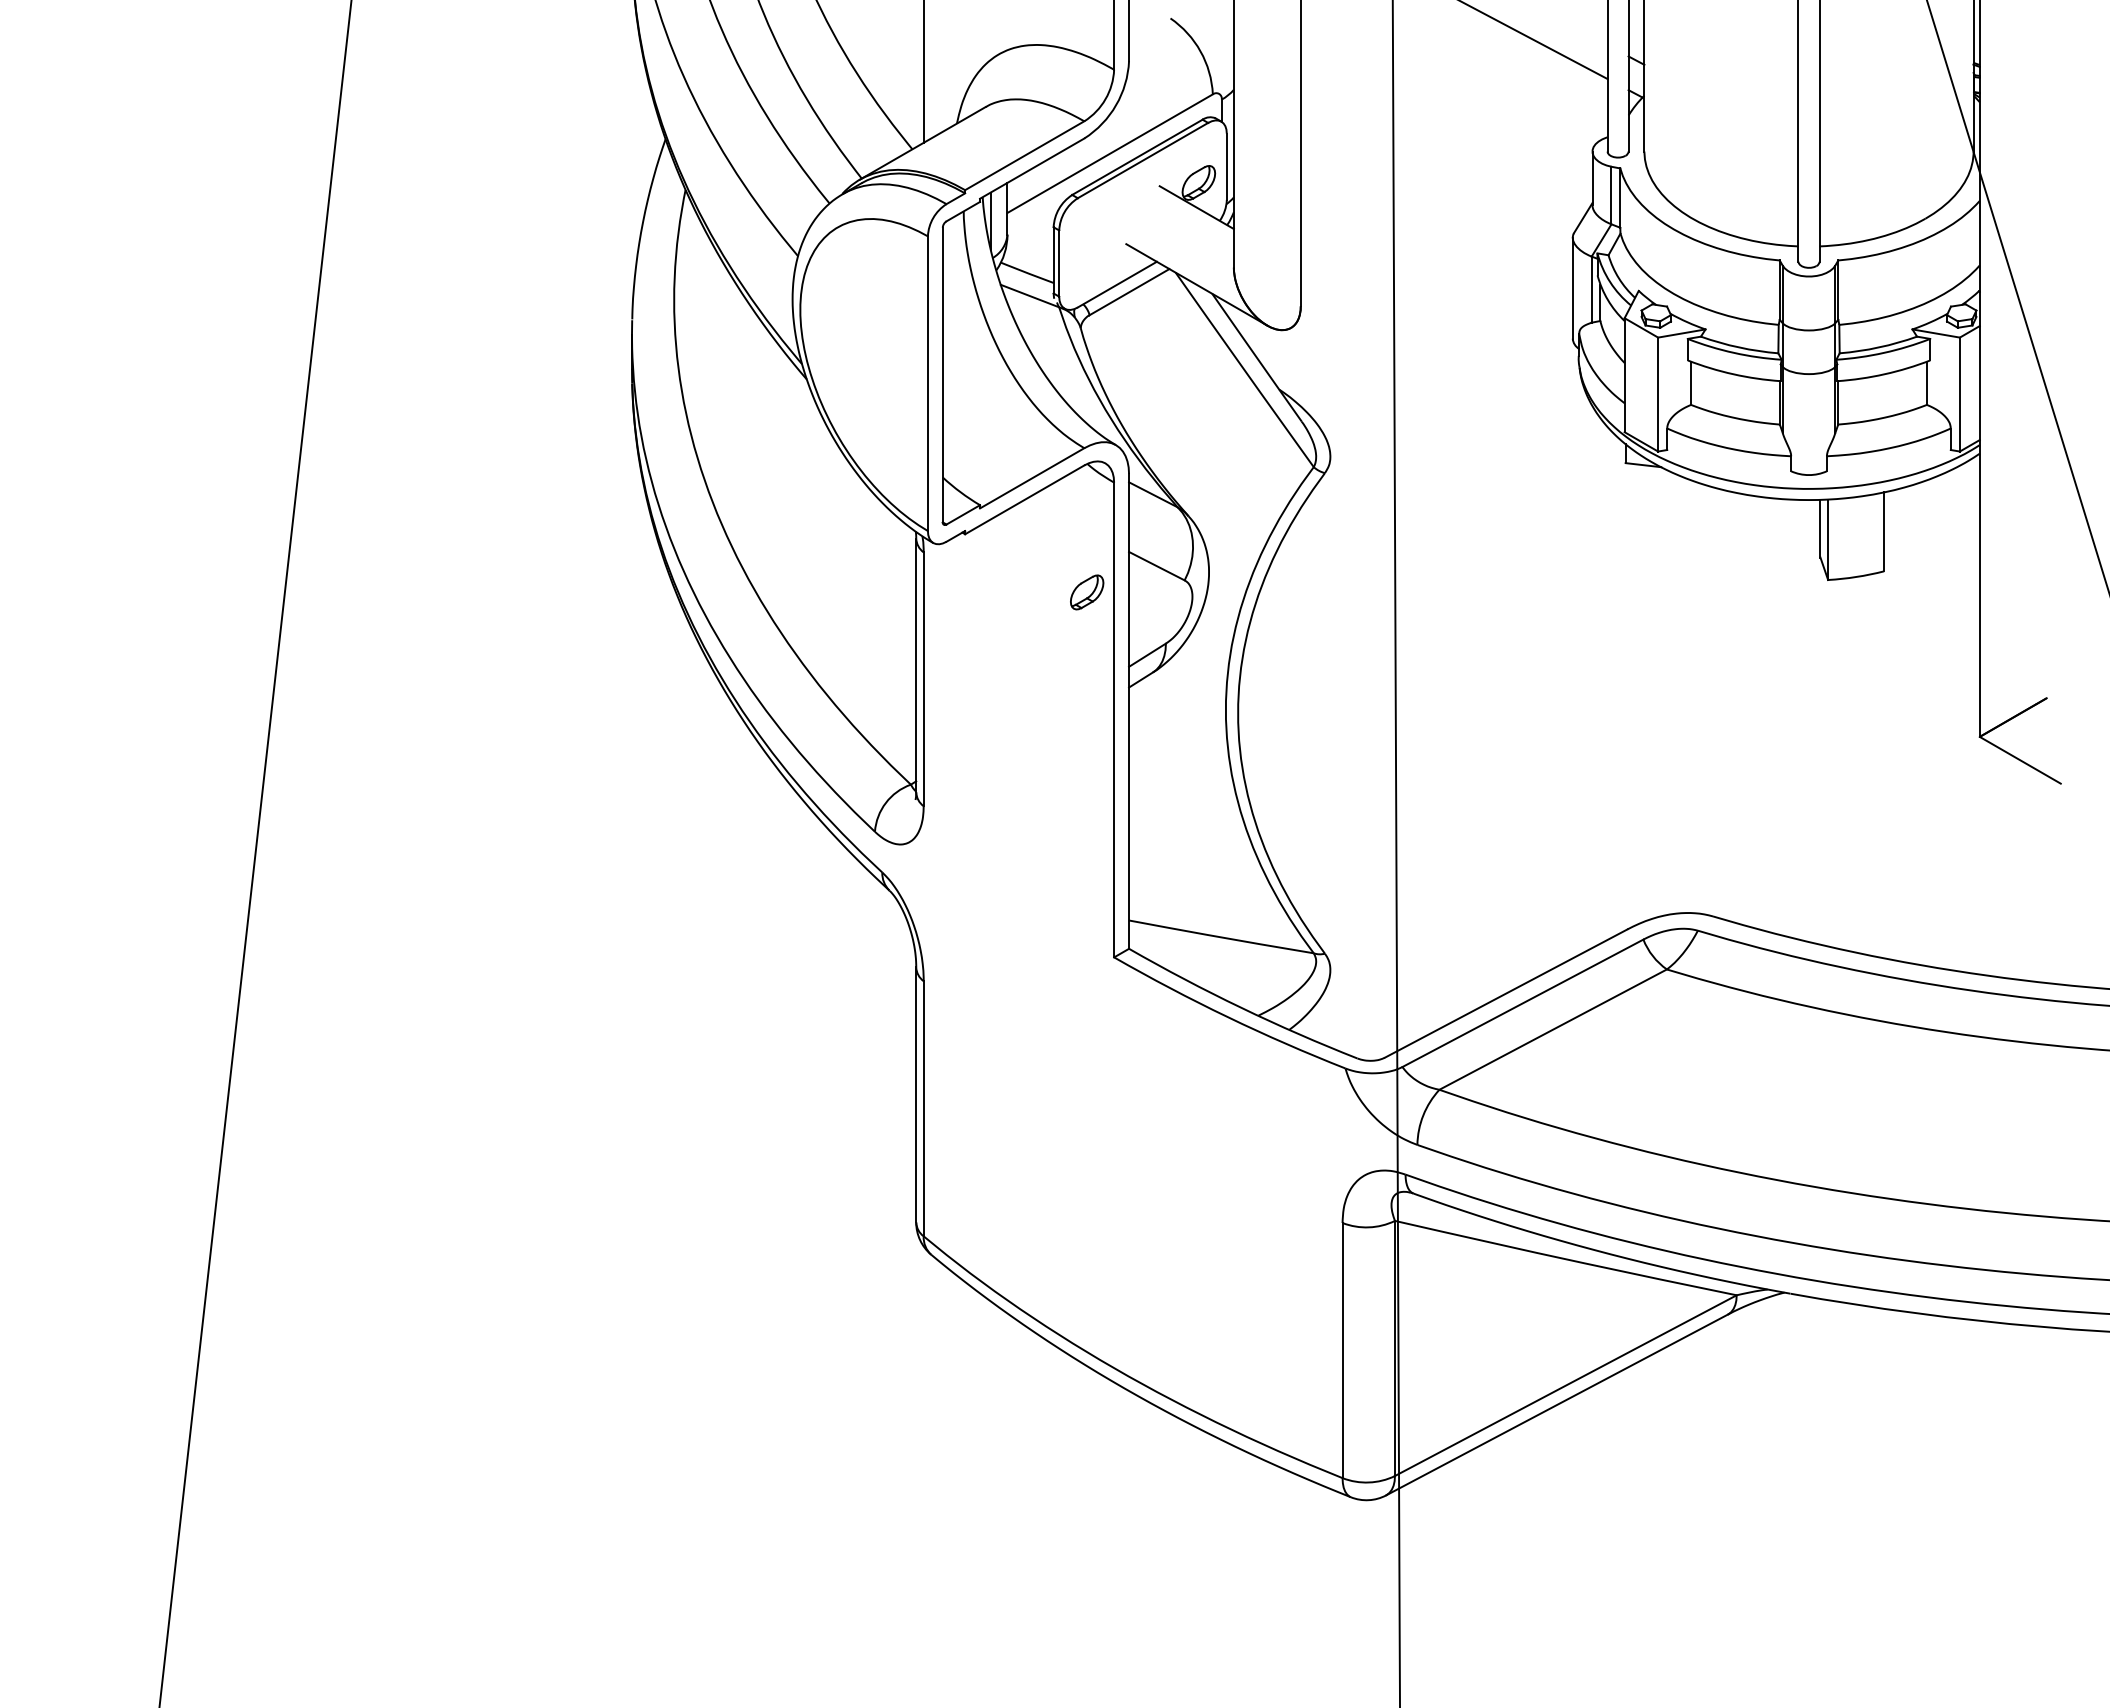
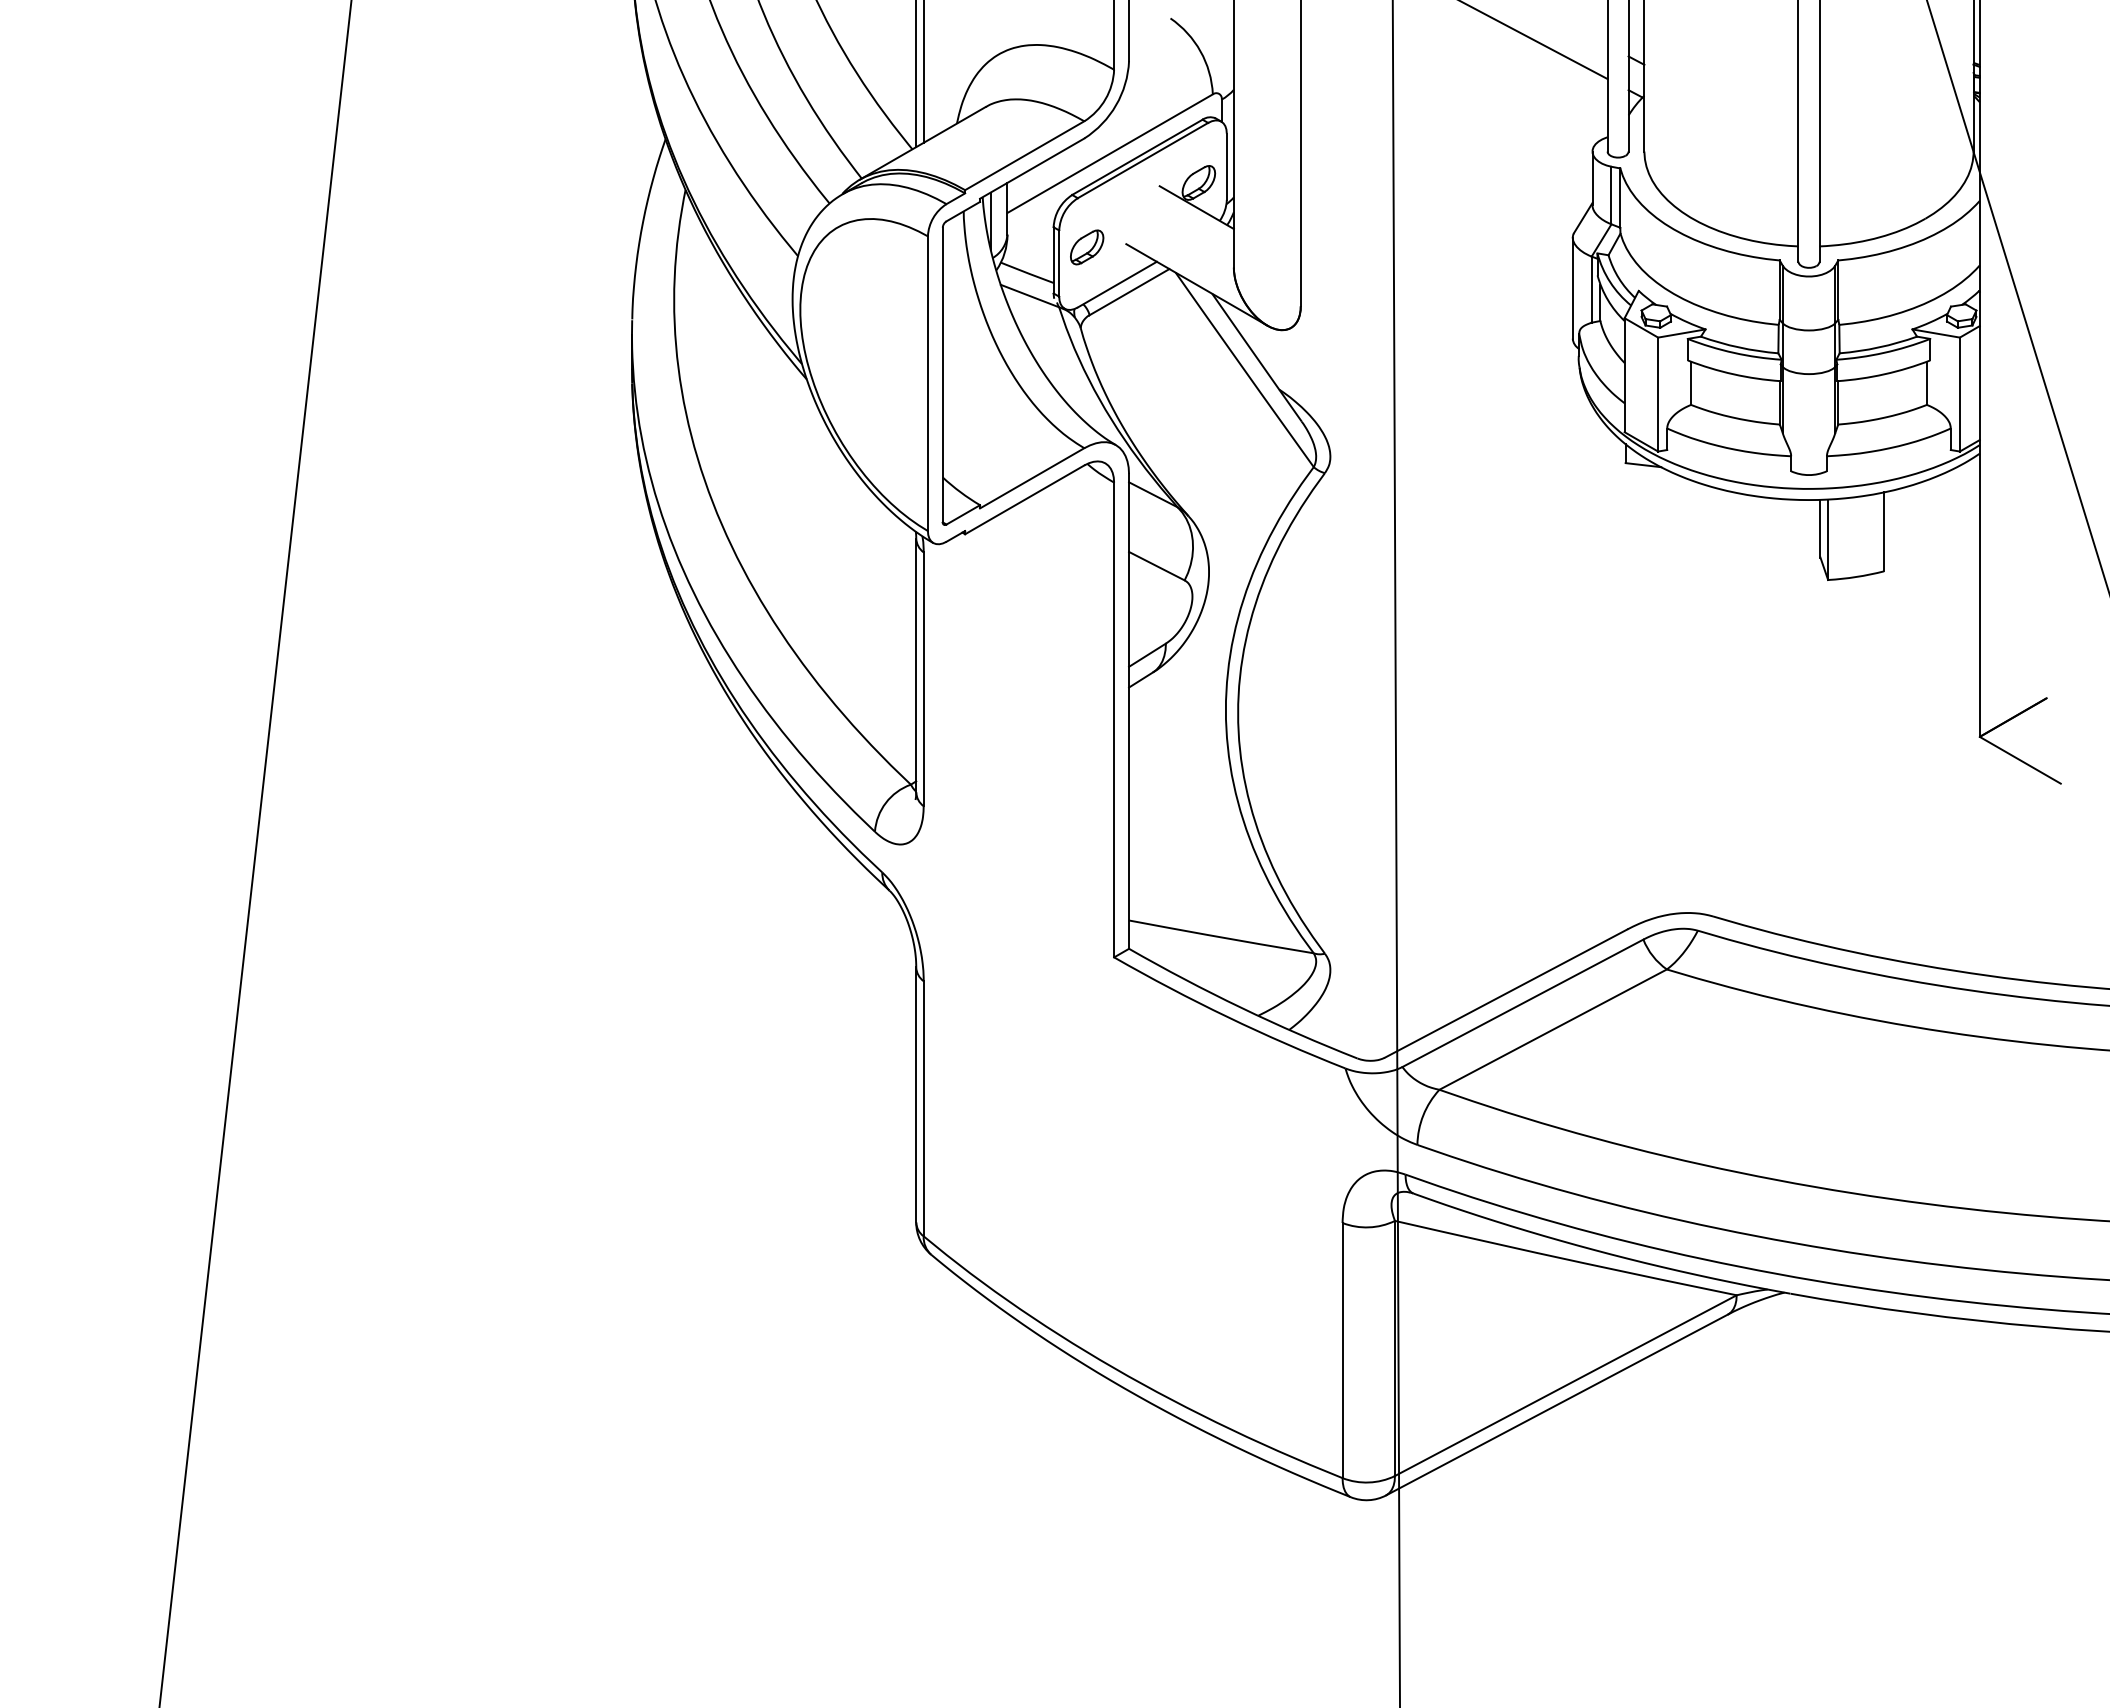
line at (916, 74): none -> present
part at (1087, 592) position: (1087, 592) -> (1087, 247)
